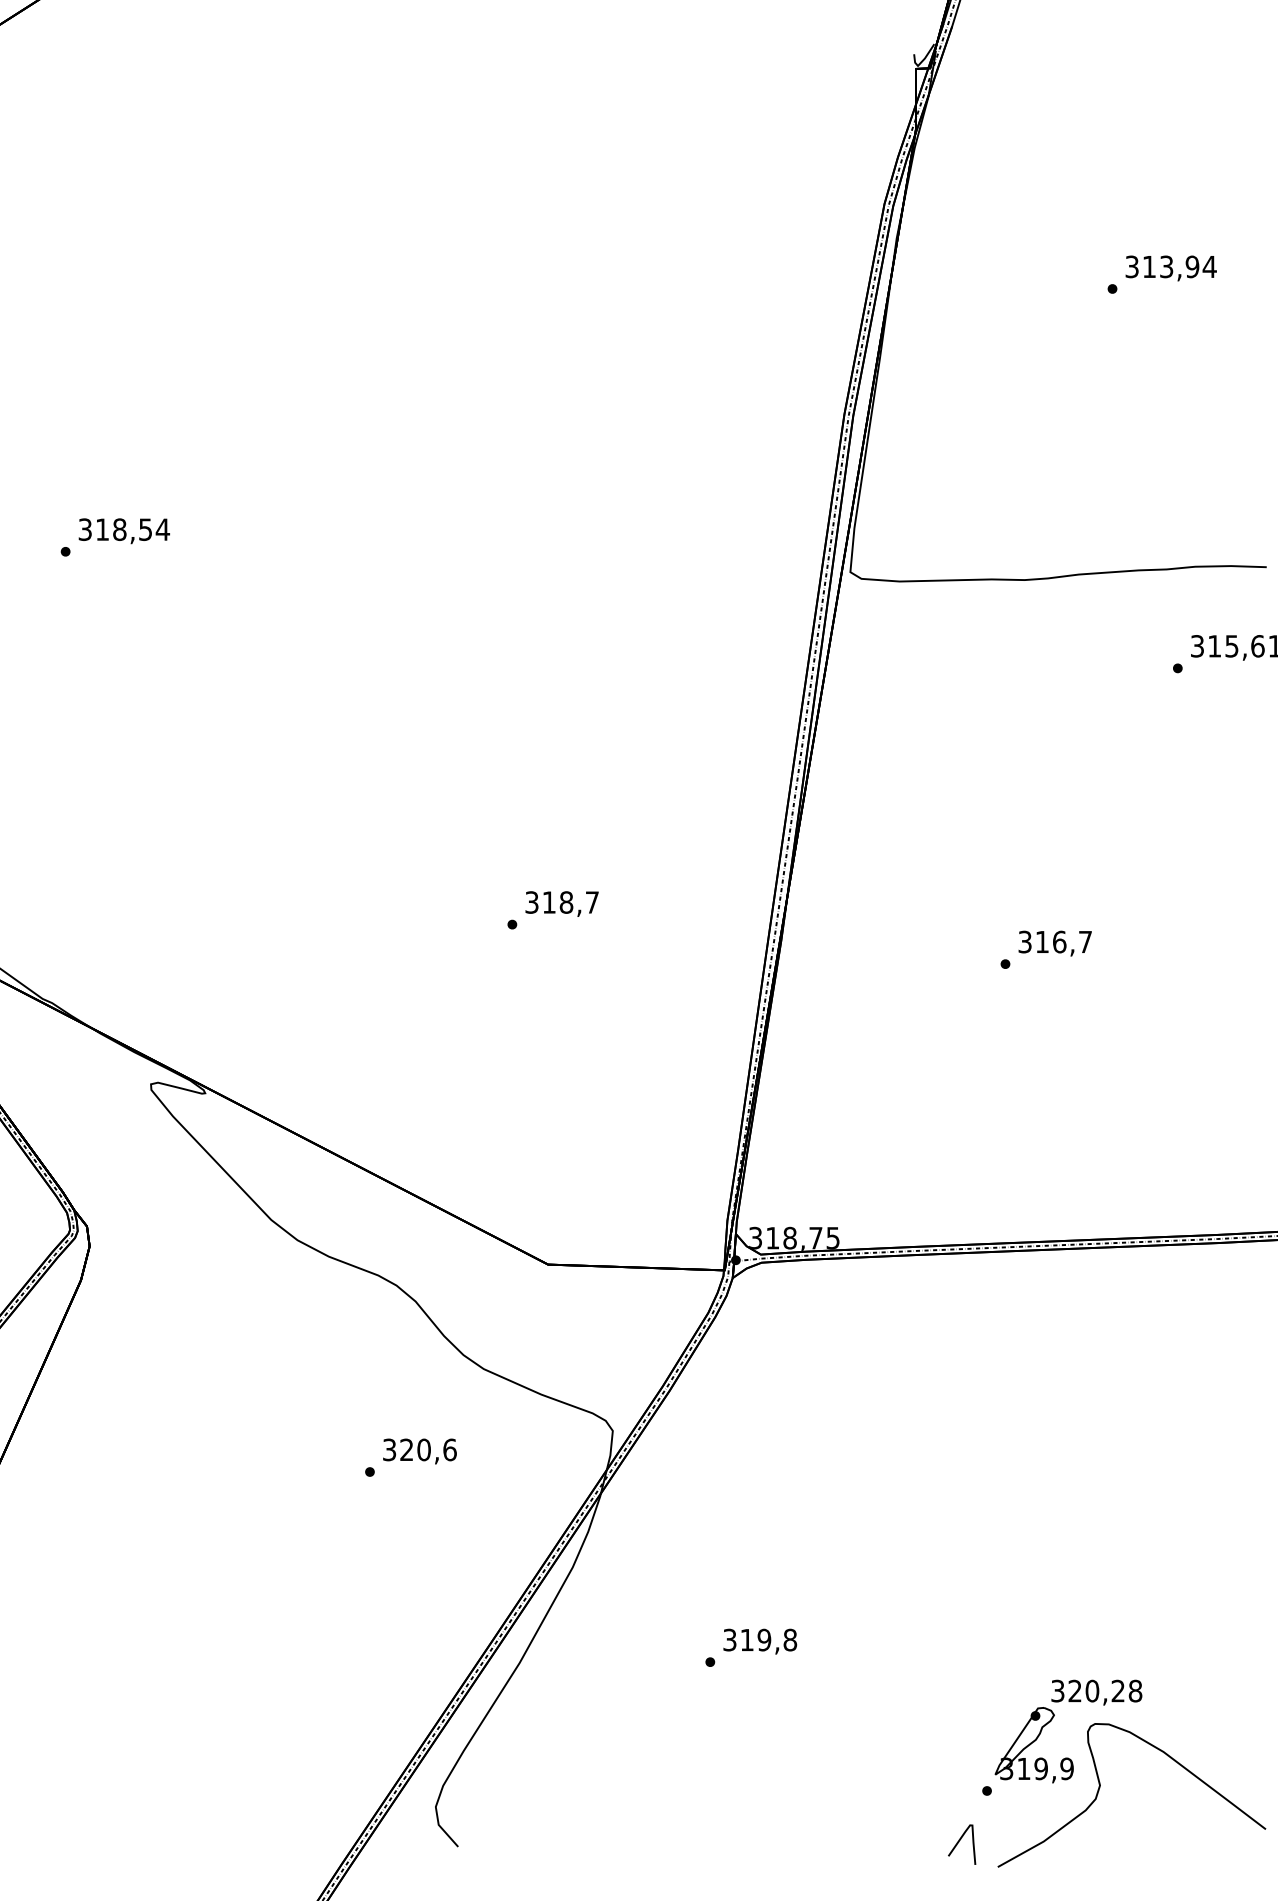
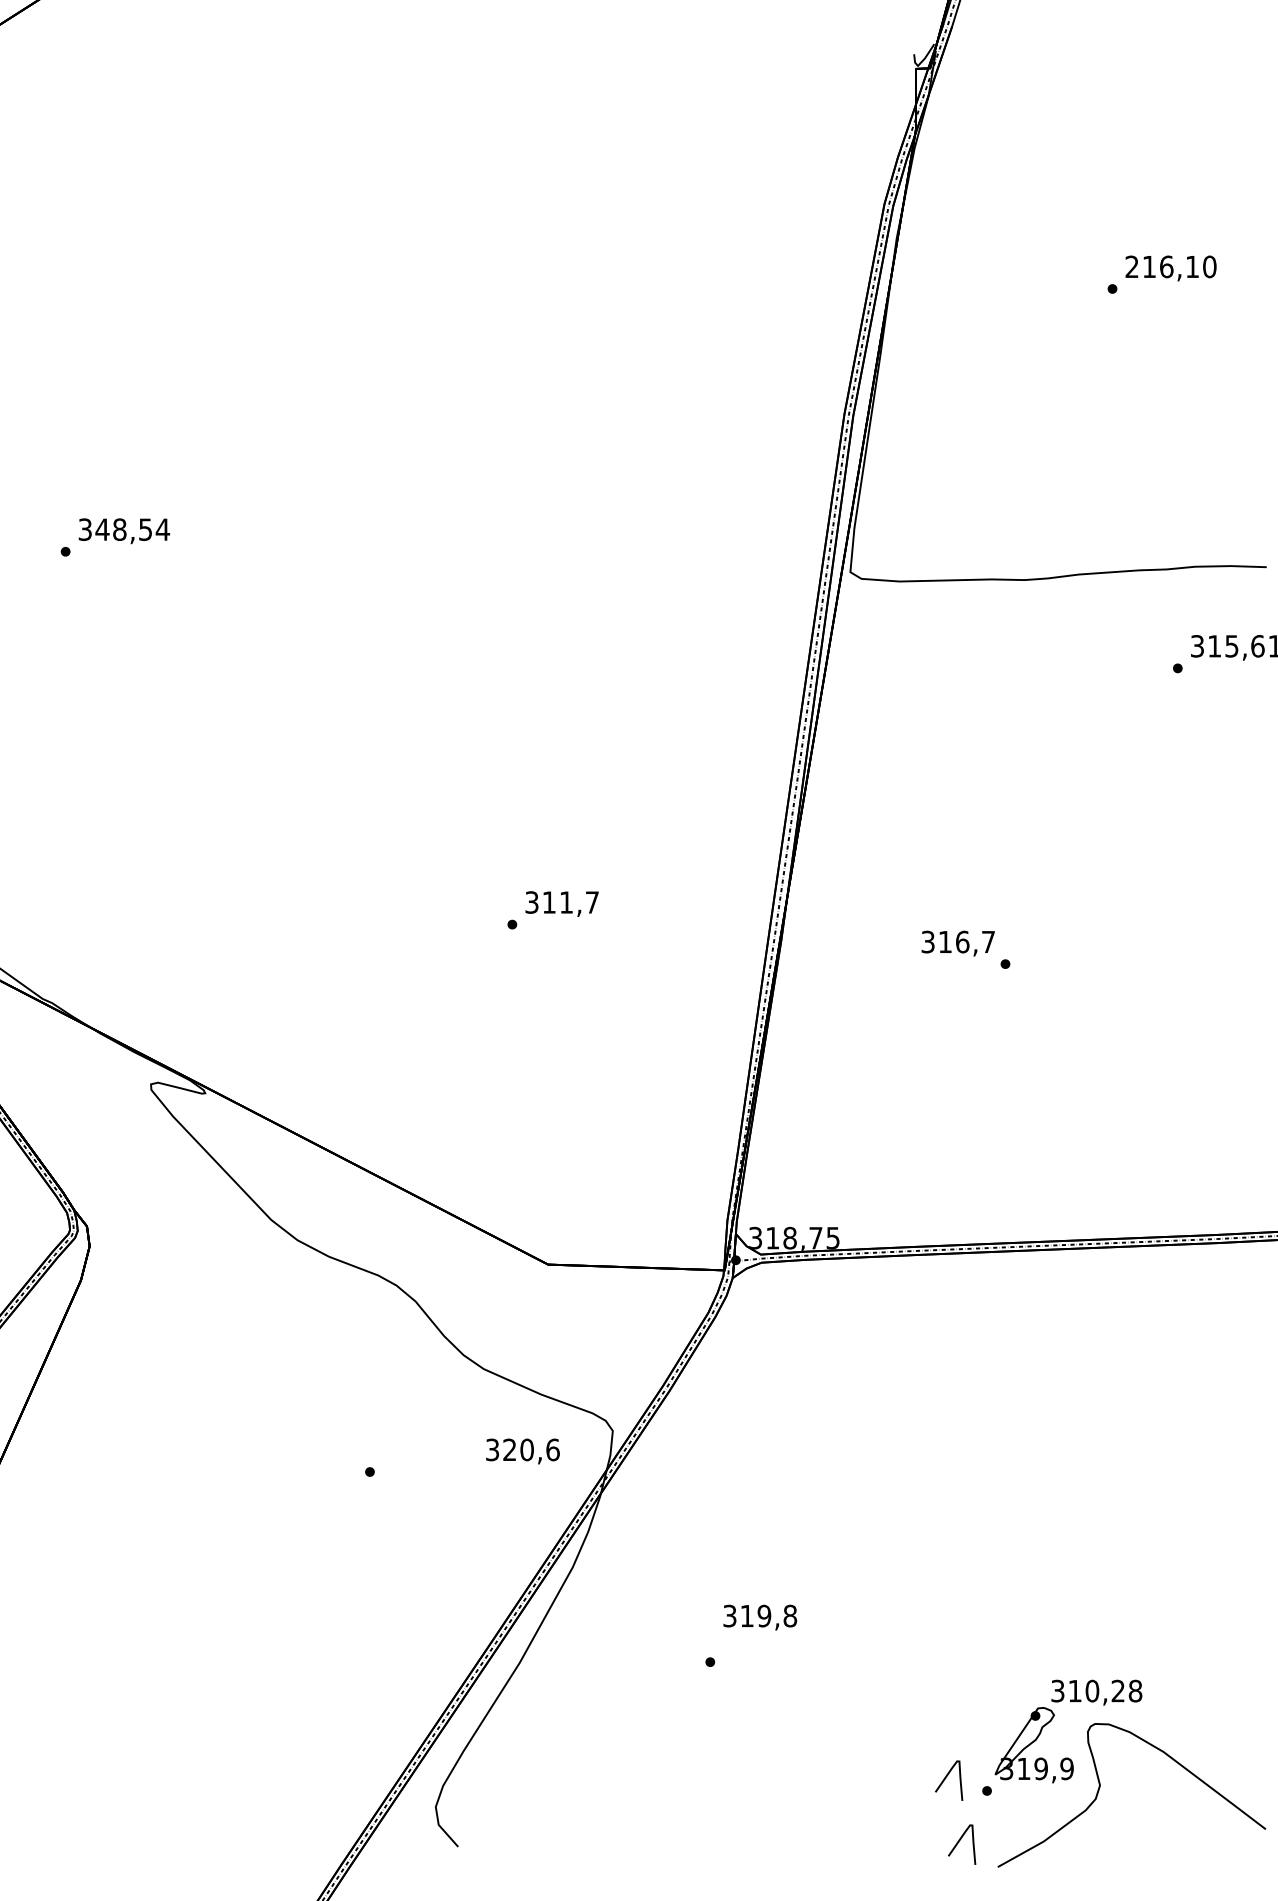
text at (1170, 266): 313,94 -> 216,10
text at (102, 529): 318,54 -> 348,54
text at (566, 902): 318,7 -> 311,7
text at (1054, 943) position: (1054, 943) -> (957, 943)
text at (419, 1451) position: (419, 1451) -> (522, 1451)
text at (760, 1641) position: (760, 1641) -> (760, 1617)
text at (1074, 1690): 320,28 -> 310,28
curve at (946, 1778): none -> present
